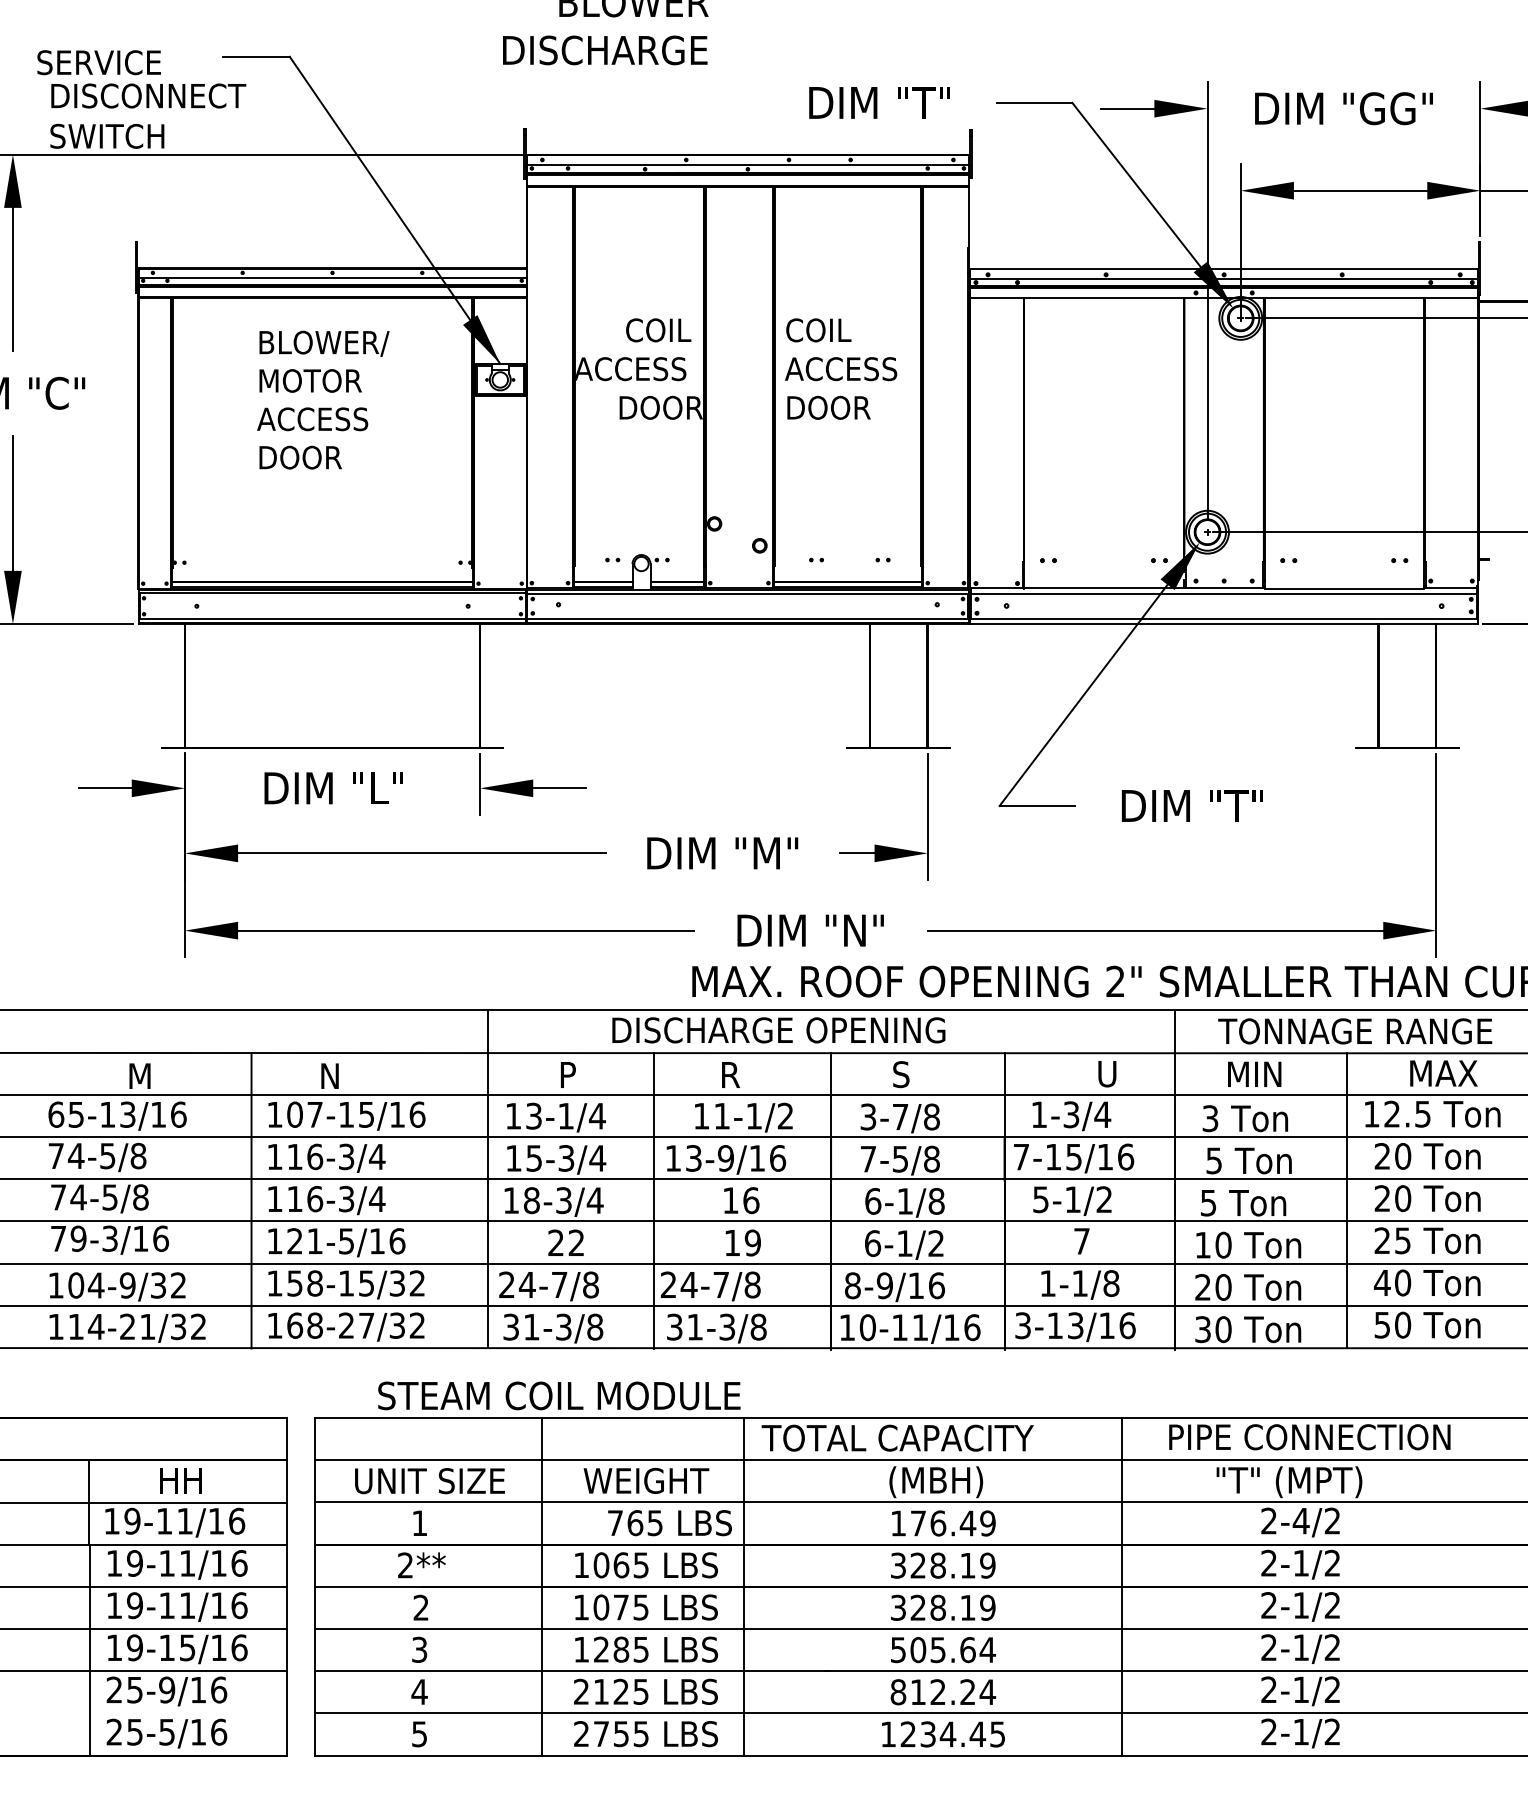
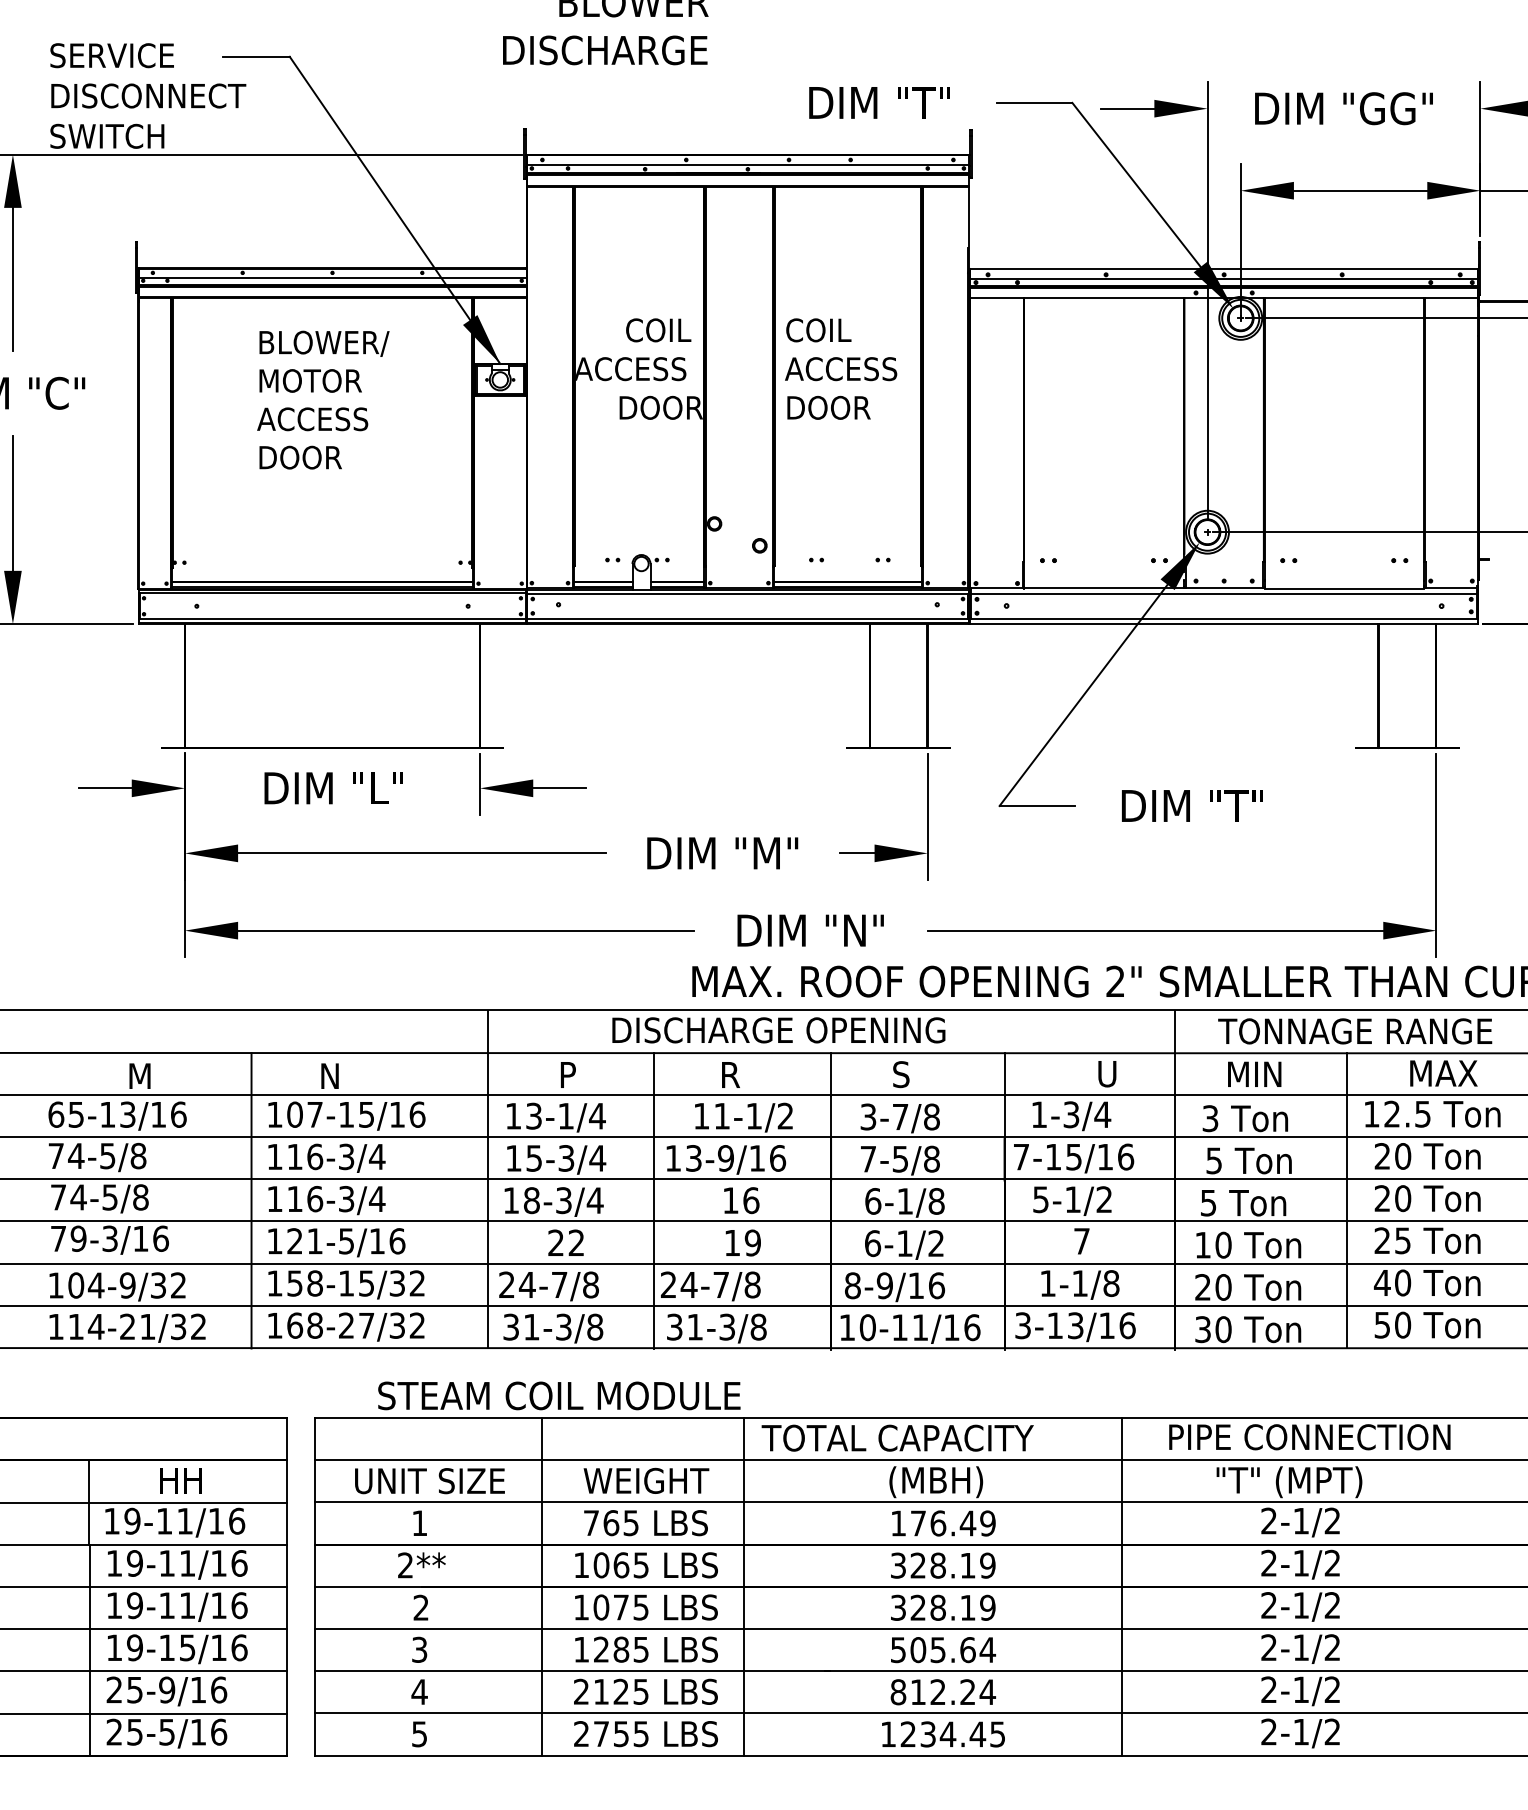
text at (98, 62) position: (98, 62) -> (111, 55)
text at (1300, 1521): 2-4/2 -> 2-1/2
text at (669, 1523) position: (669, 1523) -> (645, 1523)
line at (144, 1713): none -> present
